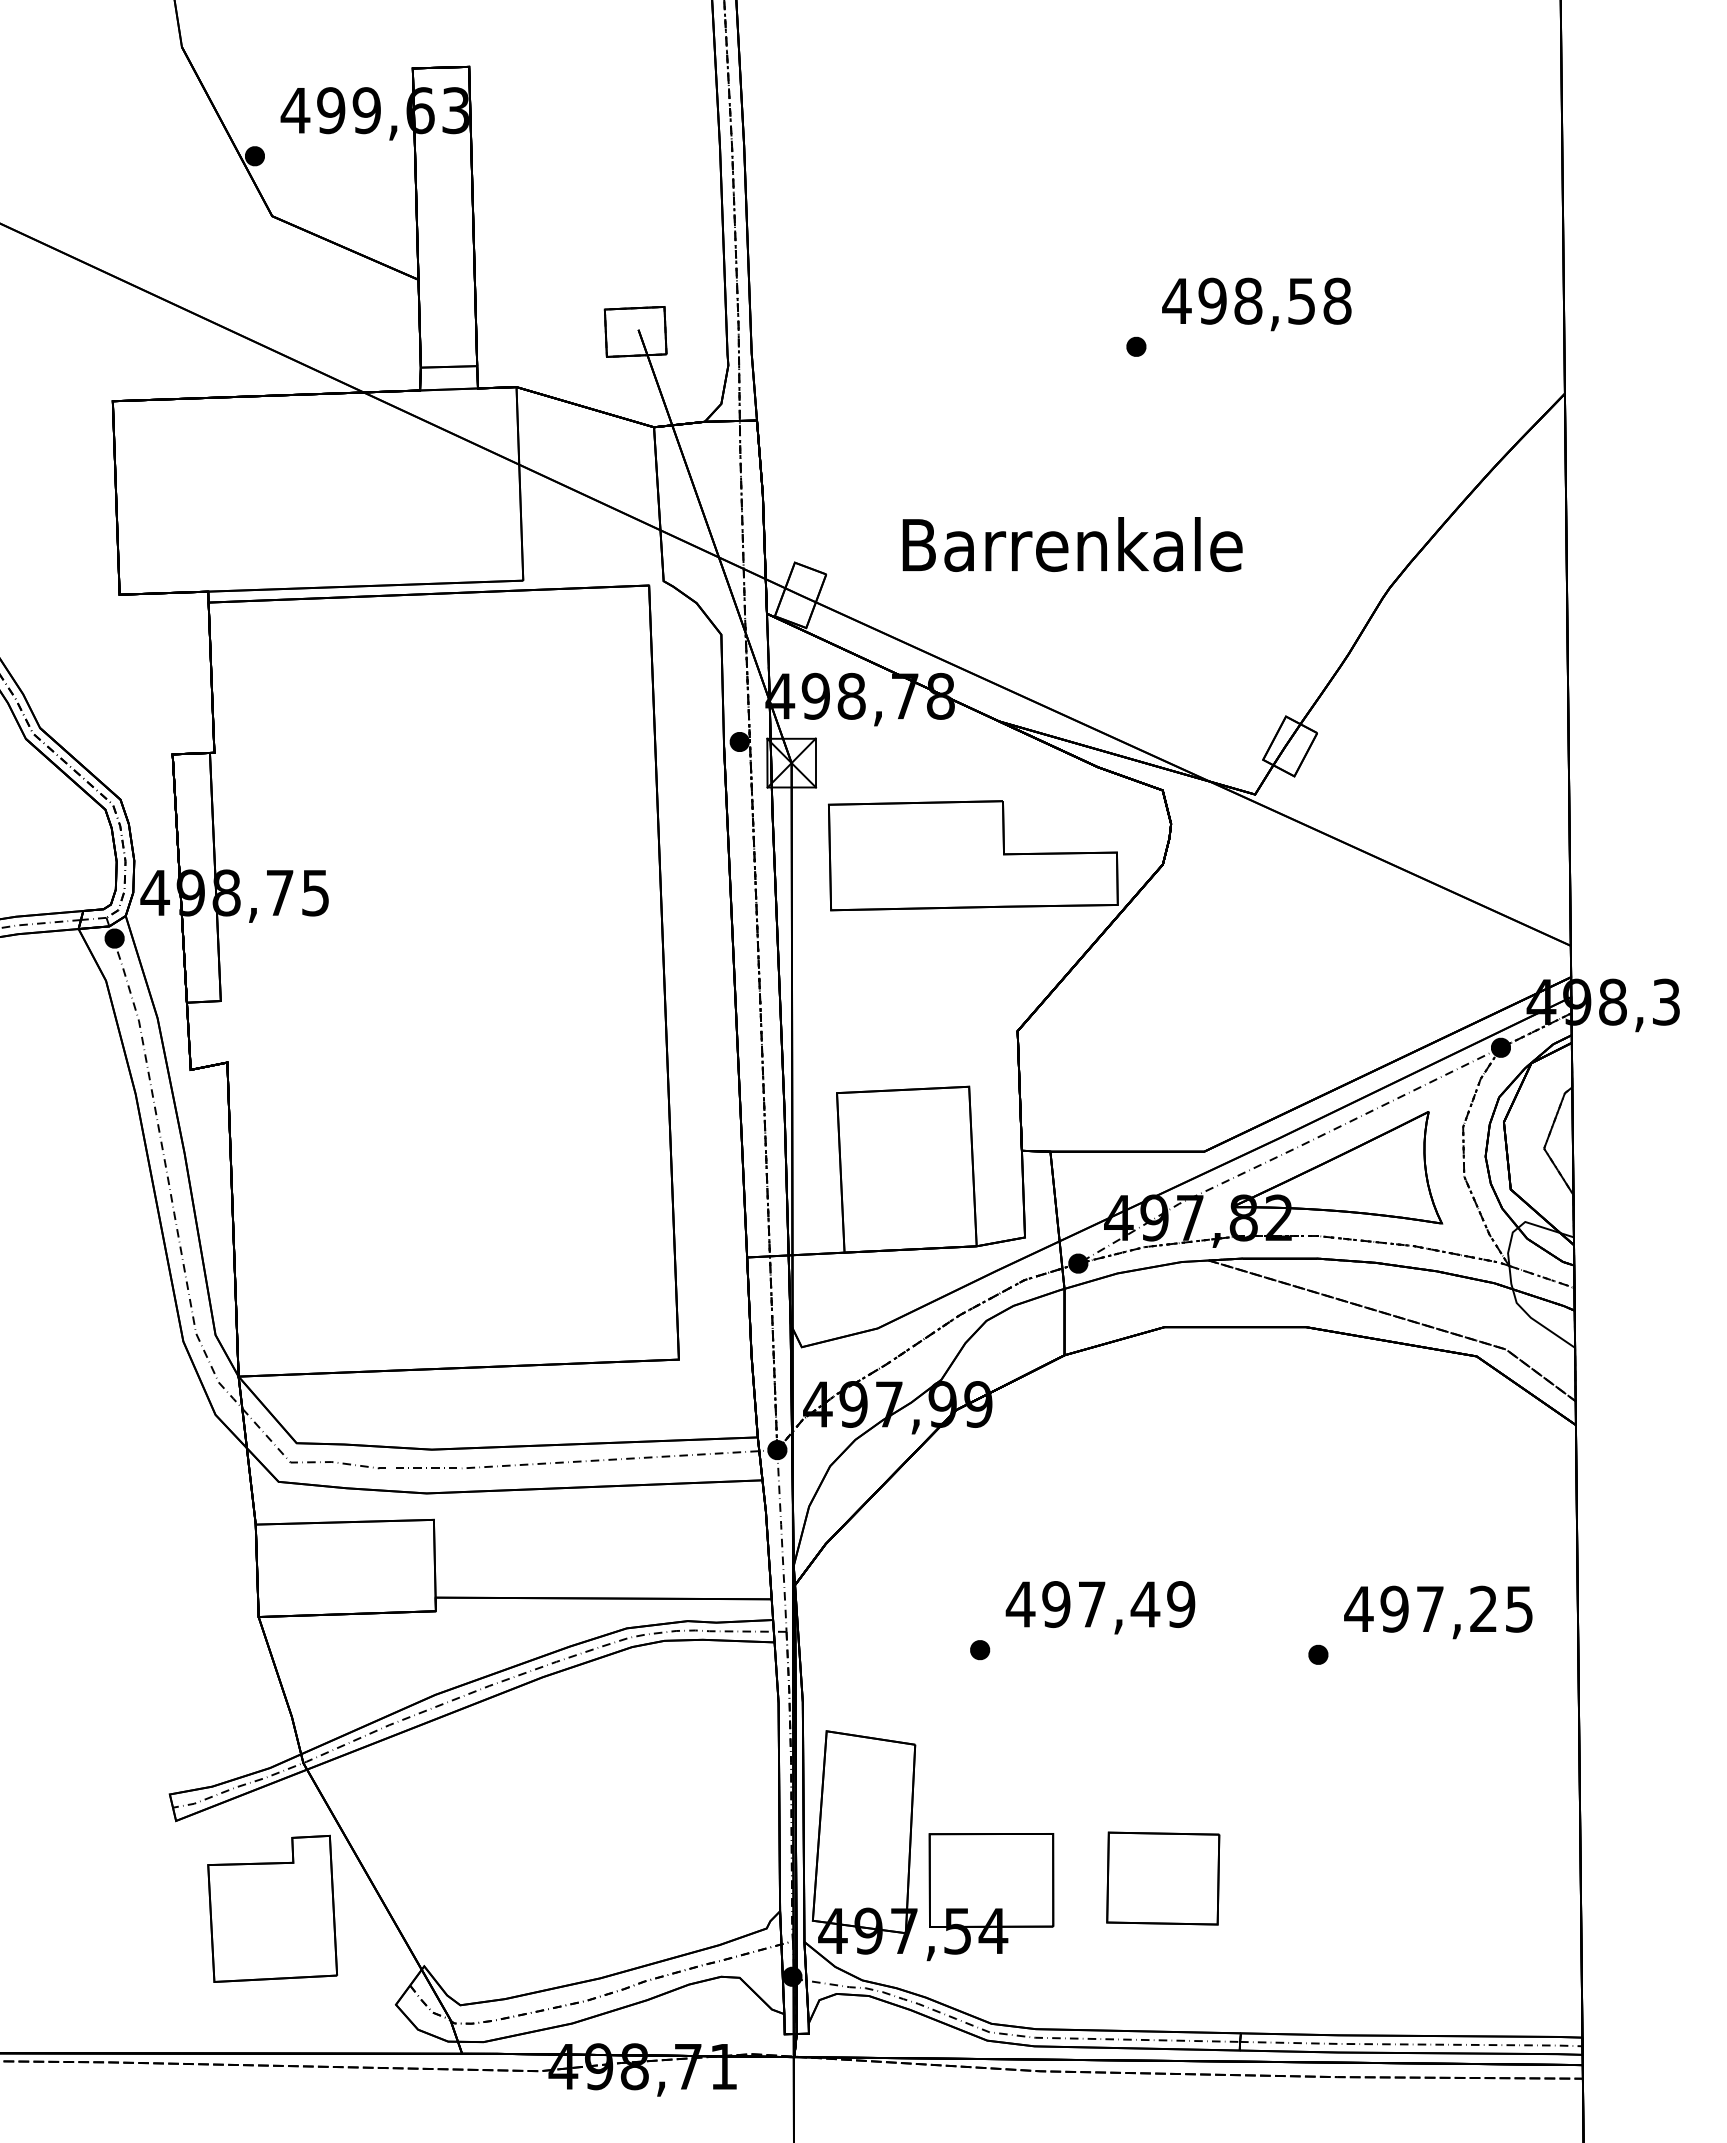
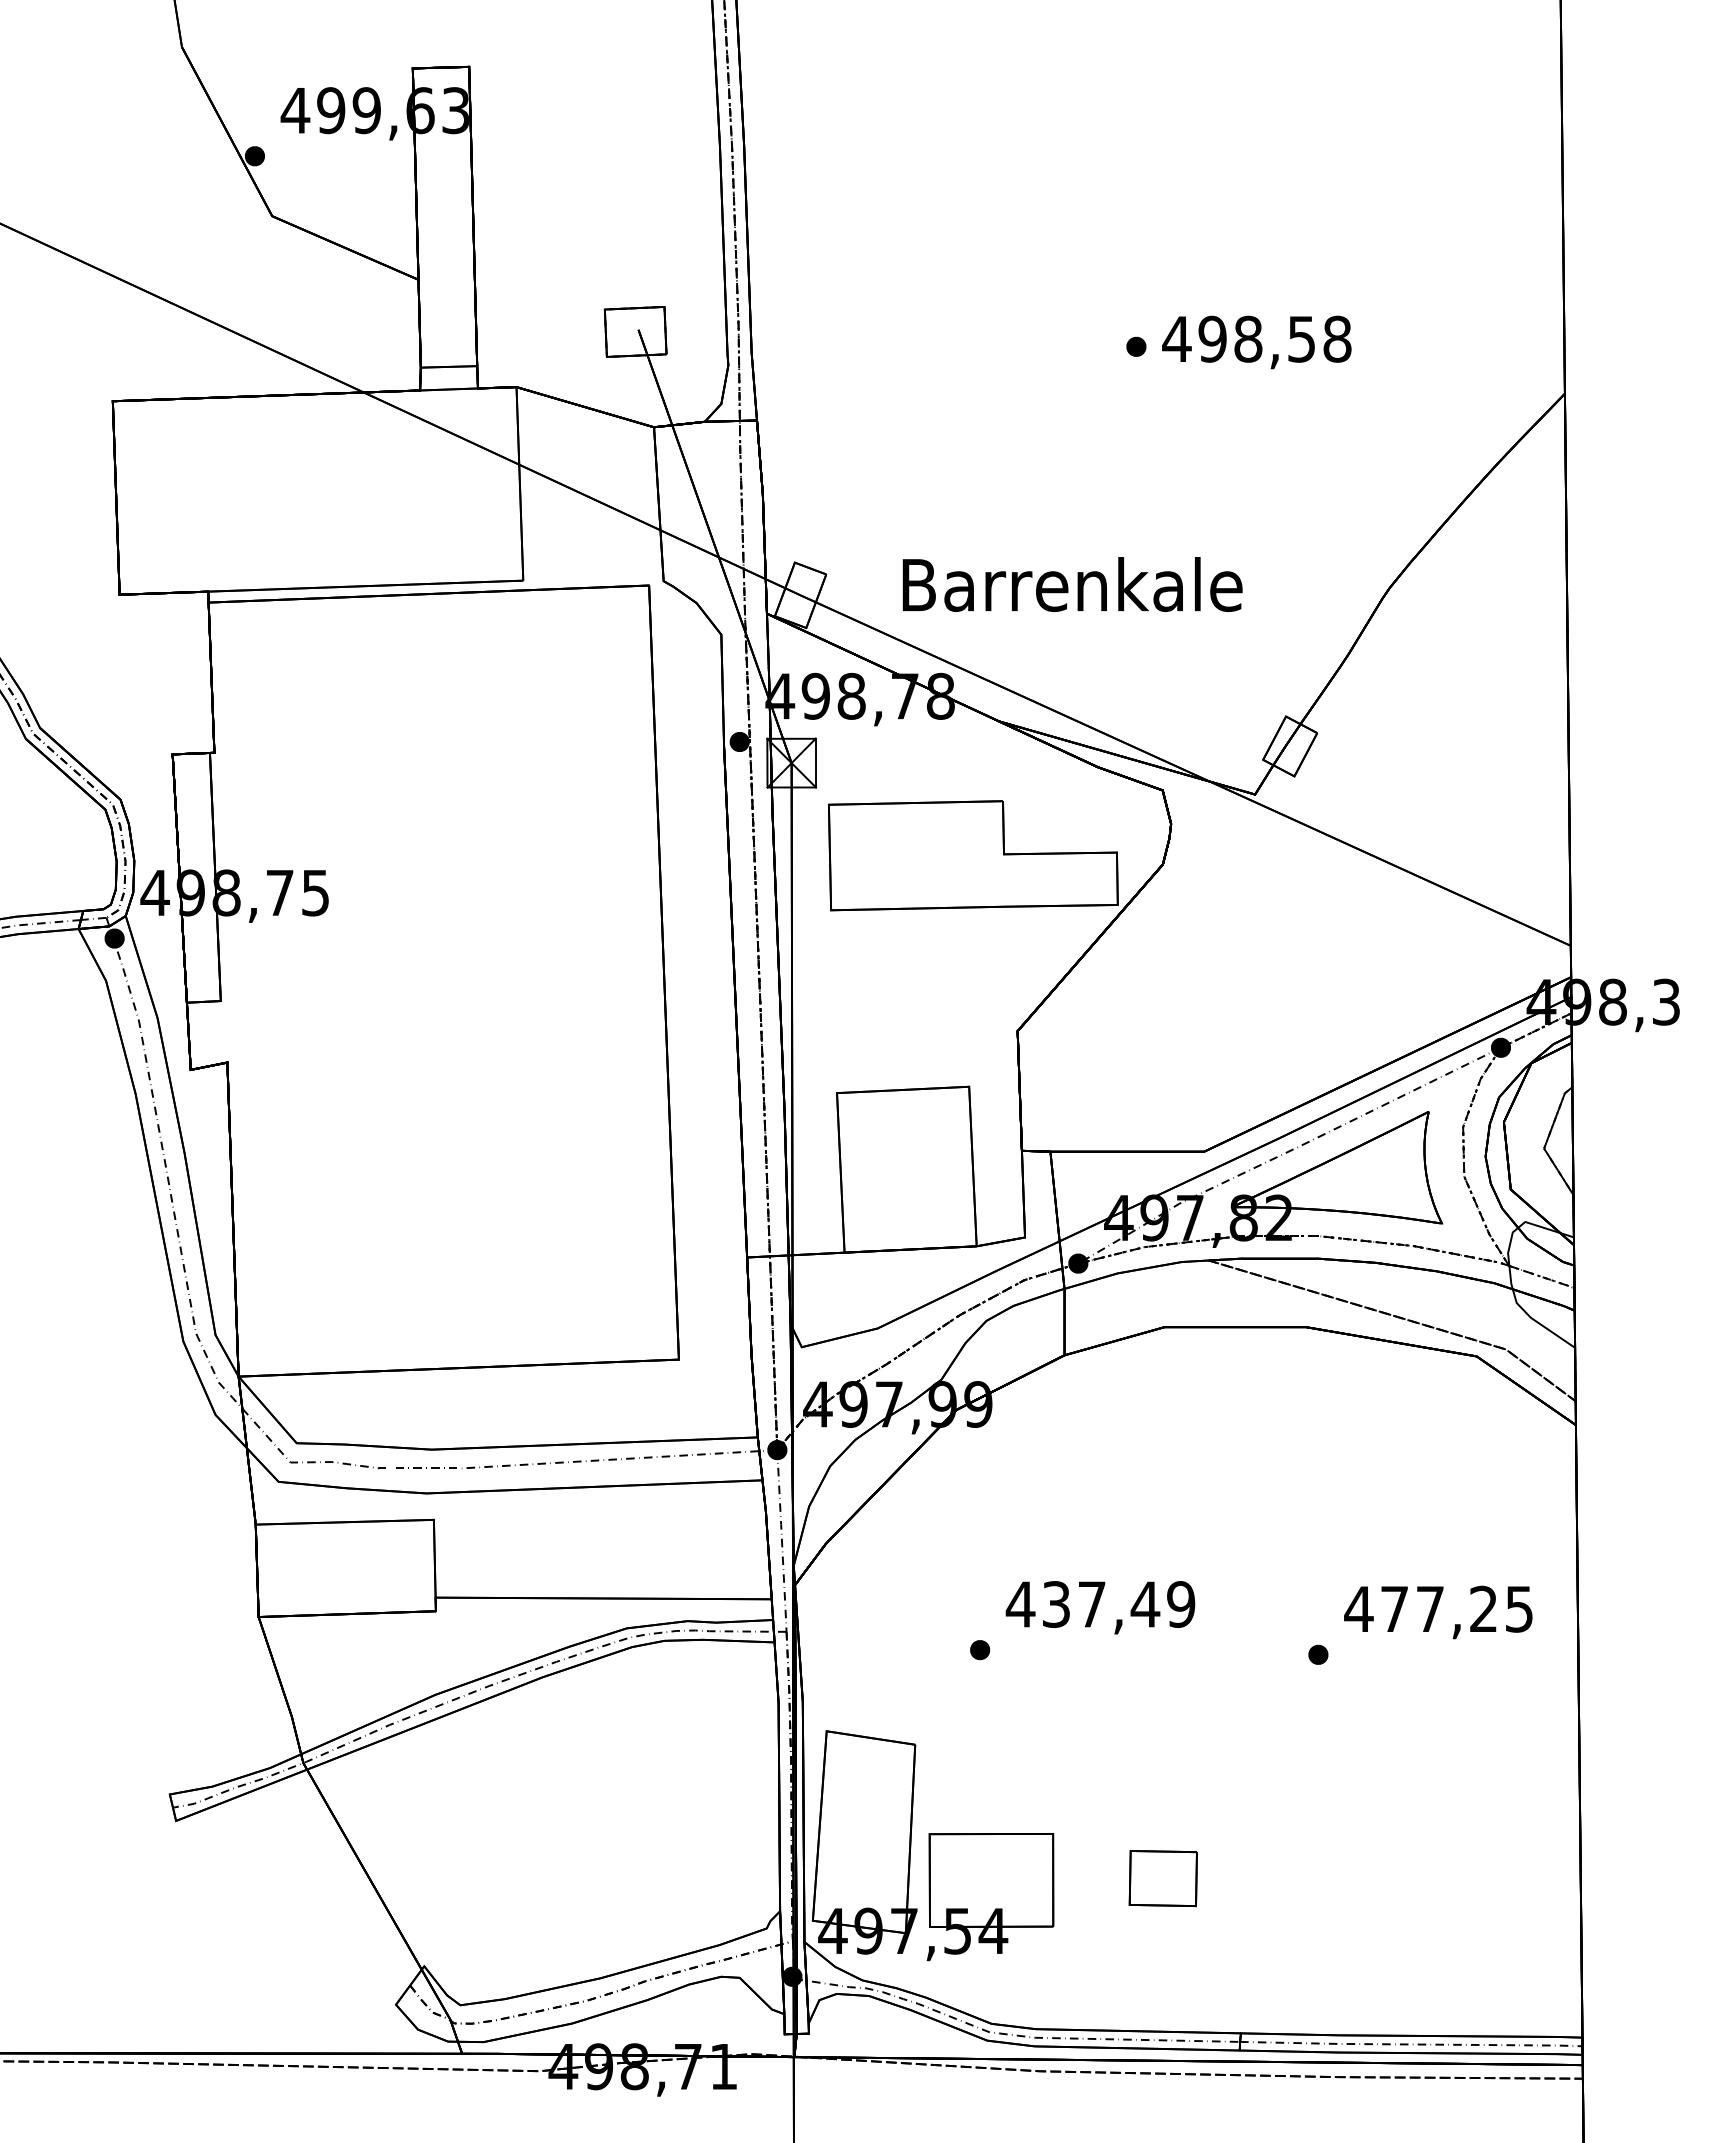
text at (1256, 304) position: (1256, 304) -> (1256, 342)
text at (1072, 544) position: (1072, 544) -> (1072, 584)
text at (1056, 1604): 497,49 -> 437,49
text at (1394, 1608): 497,25 -> 477,25
part at (1163, 1878) size: 115x95 px -> 70x58 px
part at (272, 1908): present -> none
